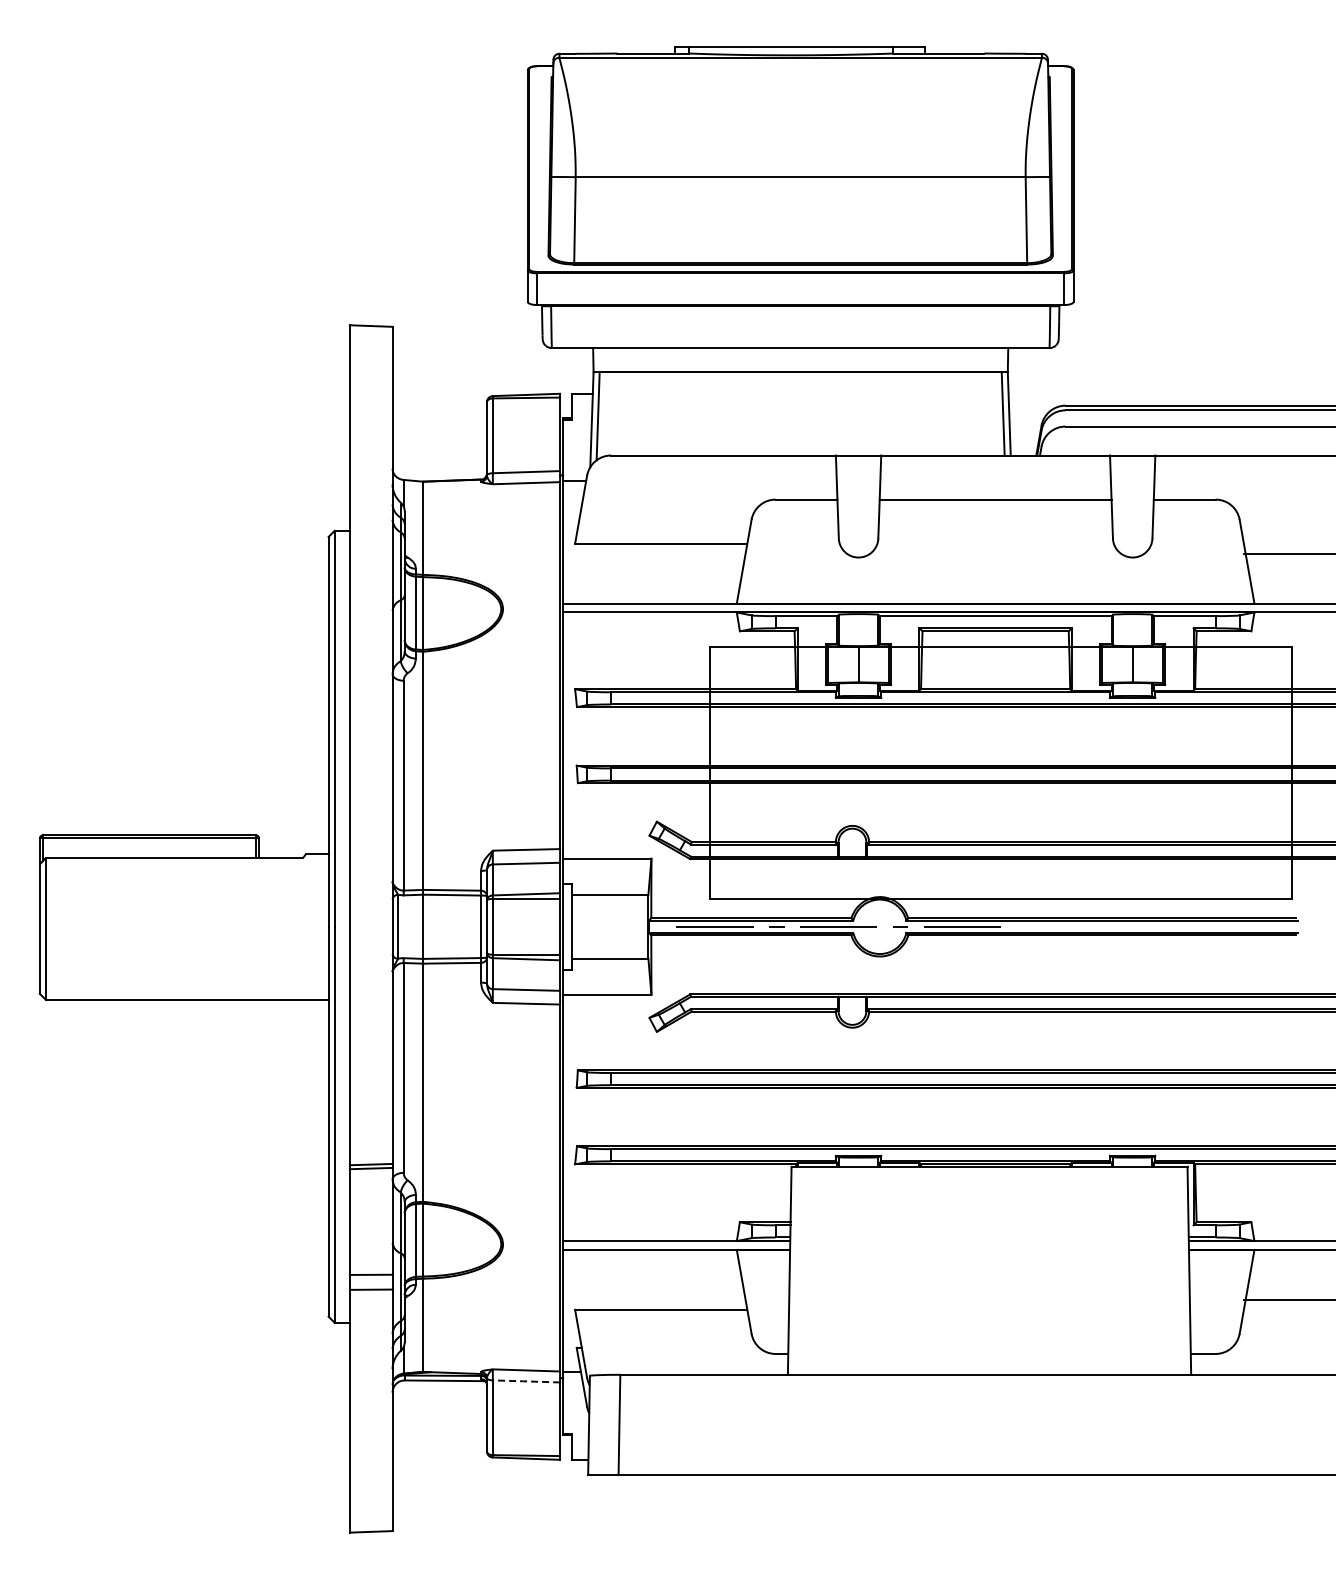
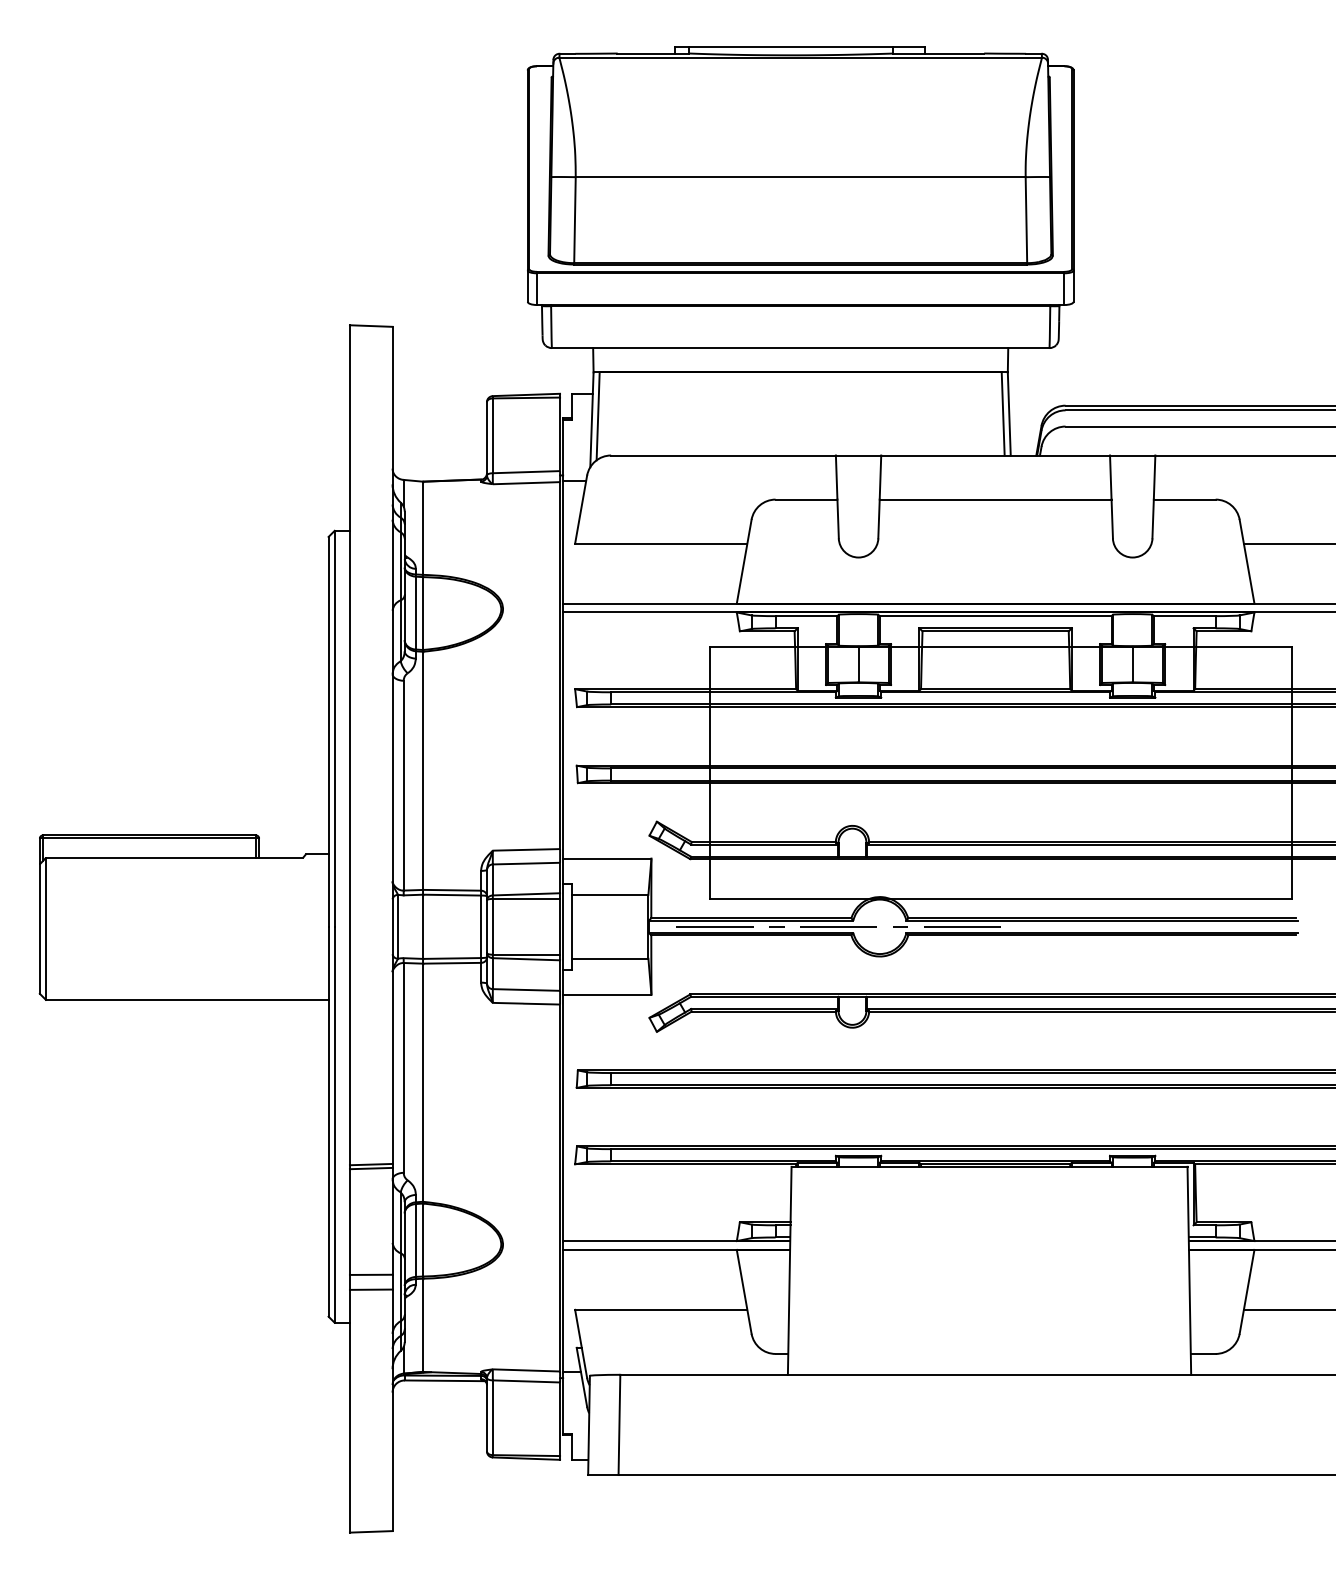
line at (1287, 553) position: (1287, 553) -> (1287, 543)
line at (1287, 1299) position: (1287, 1299) -> (1287, 1309)
line at (525, 1381): dashed -> solid
